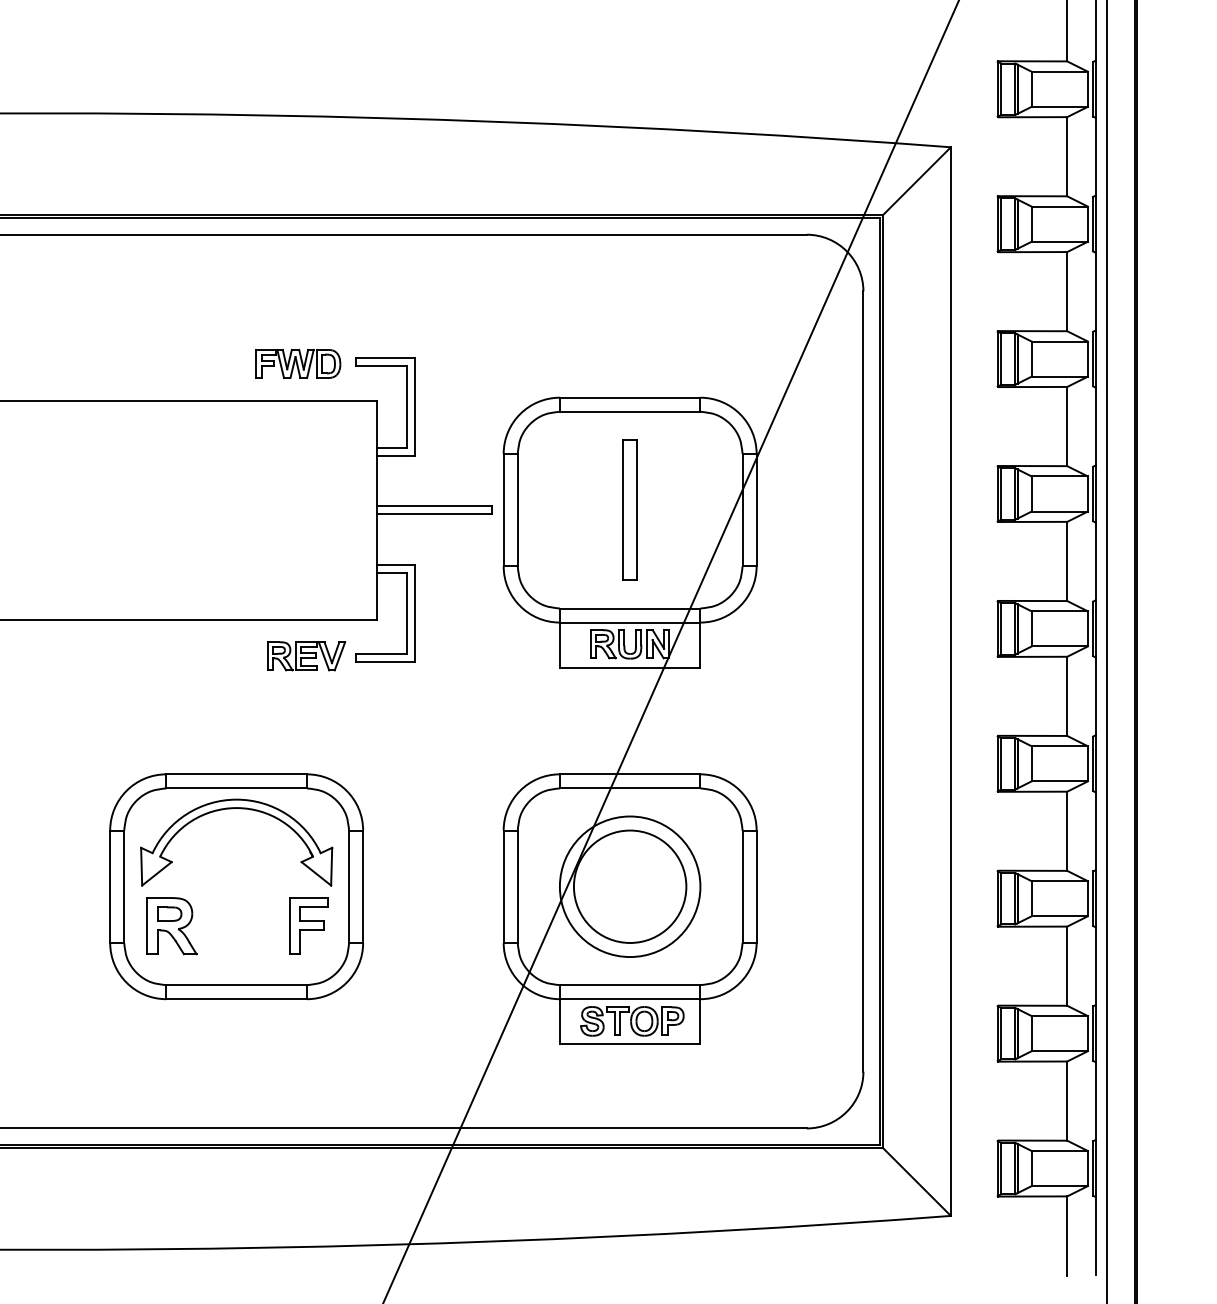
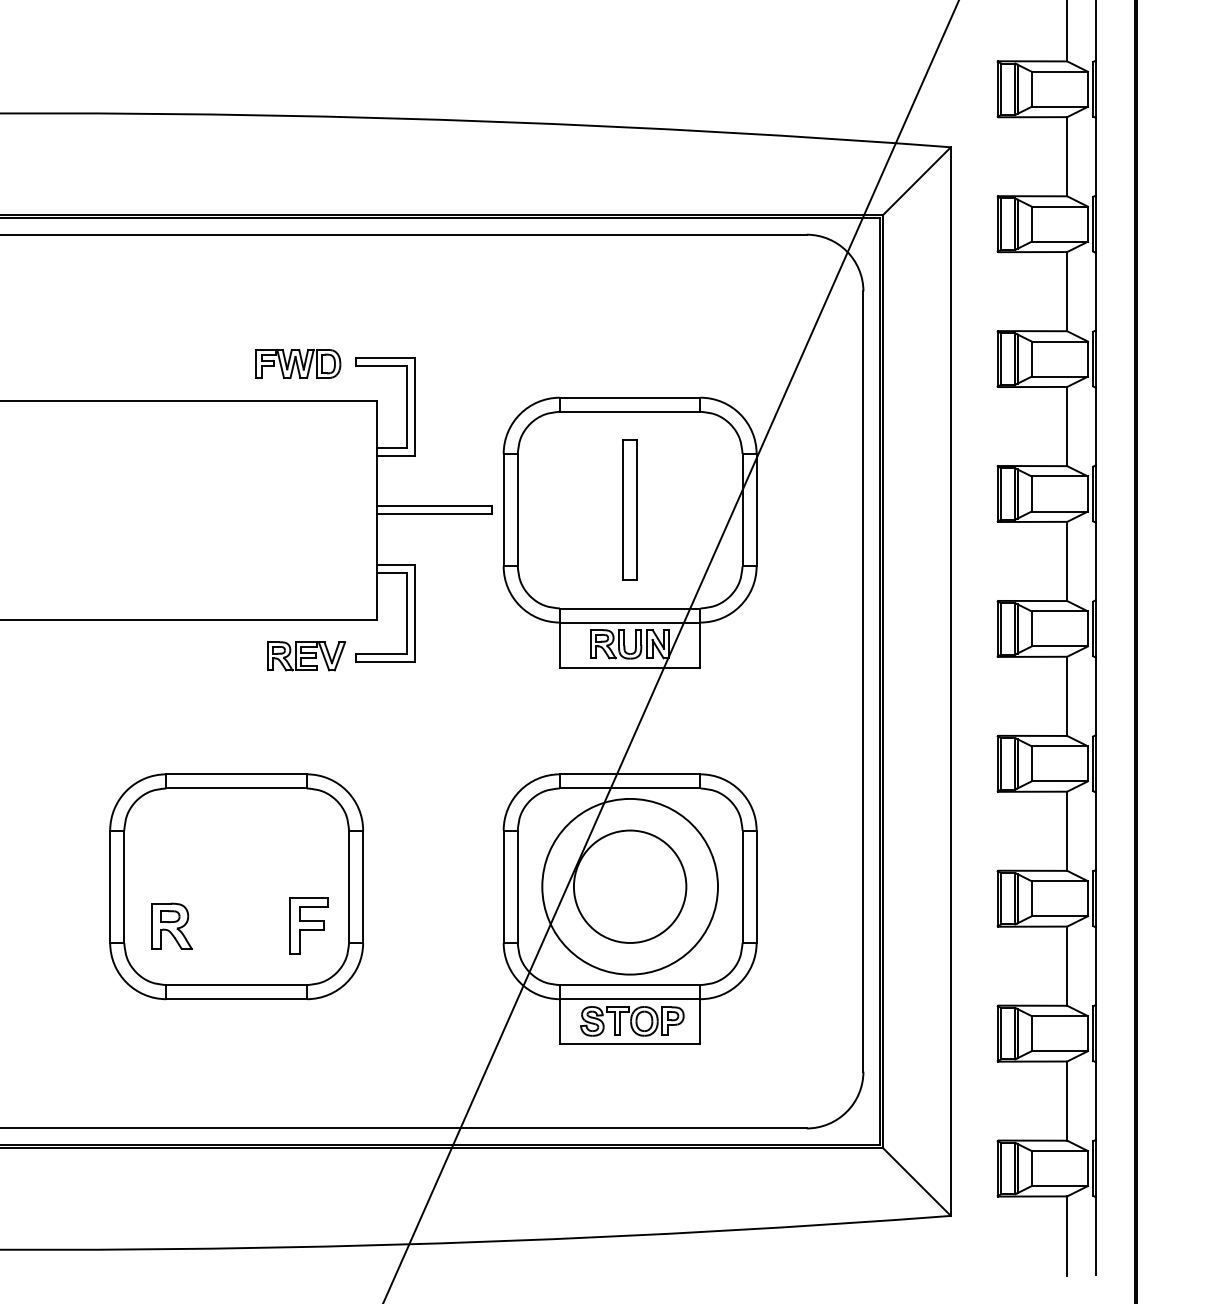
line at (1106, 651): present -> none
part at (232, 809): present -> none
circle at (629, 886) diameter: 141 px -> 176 px
part at (171, 926) size: 52x59 px -> 42x48 px
